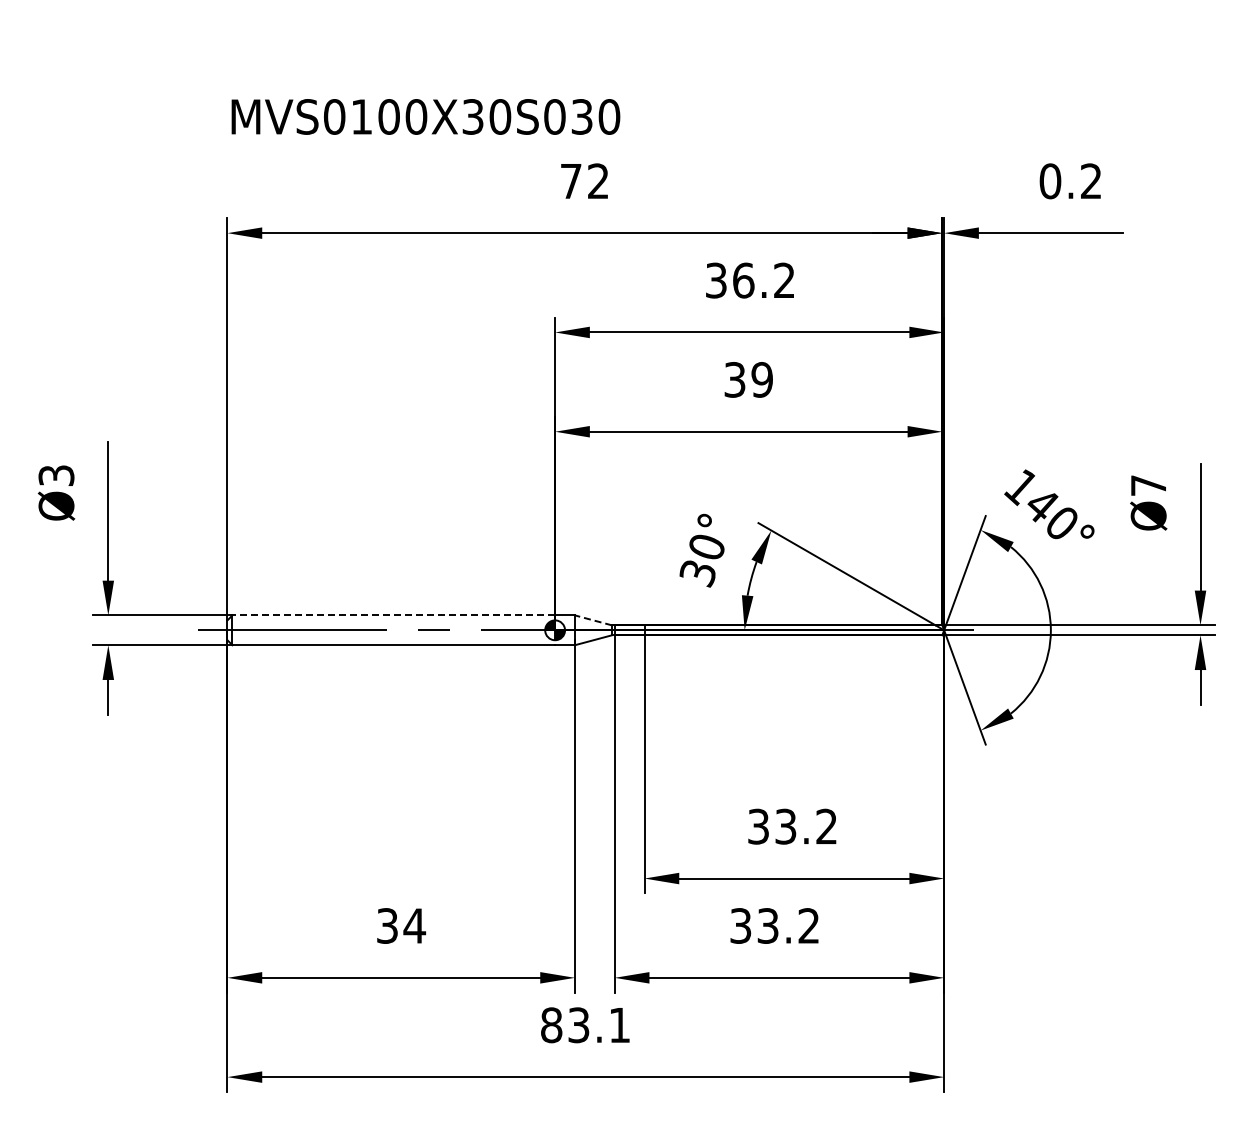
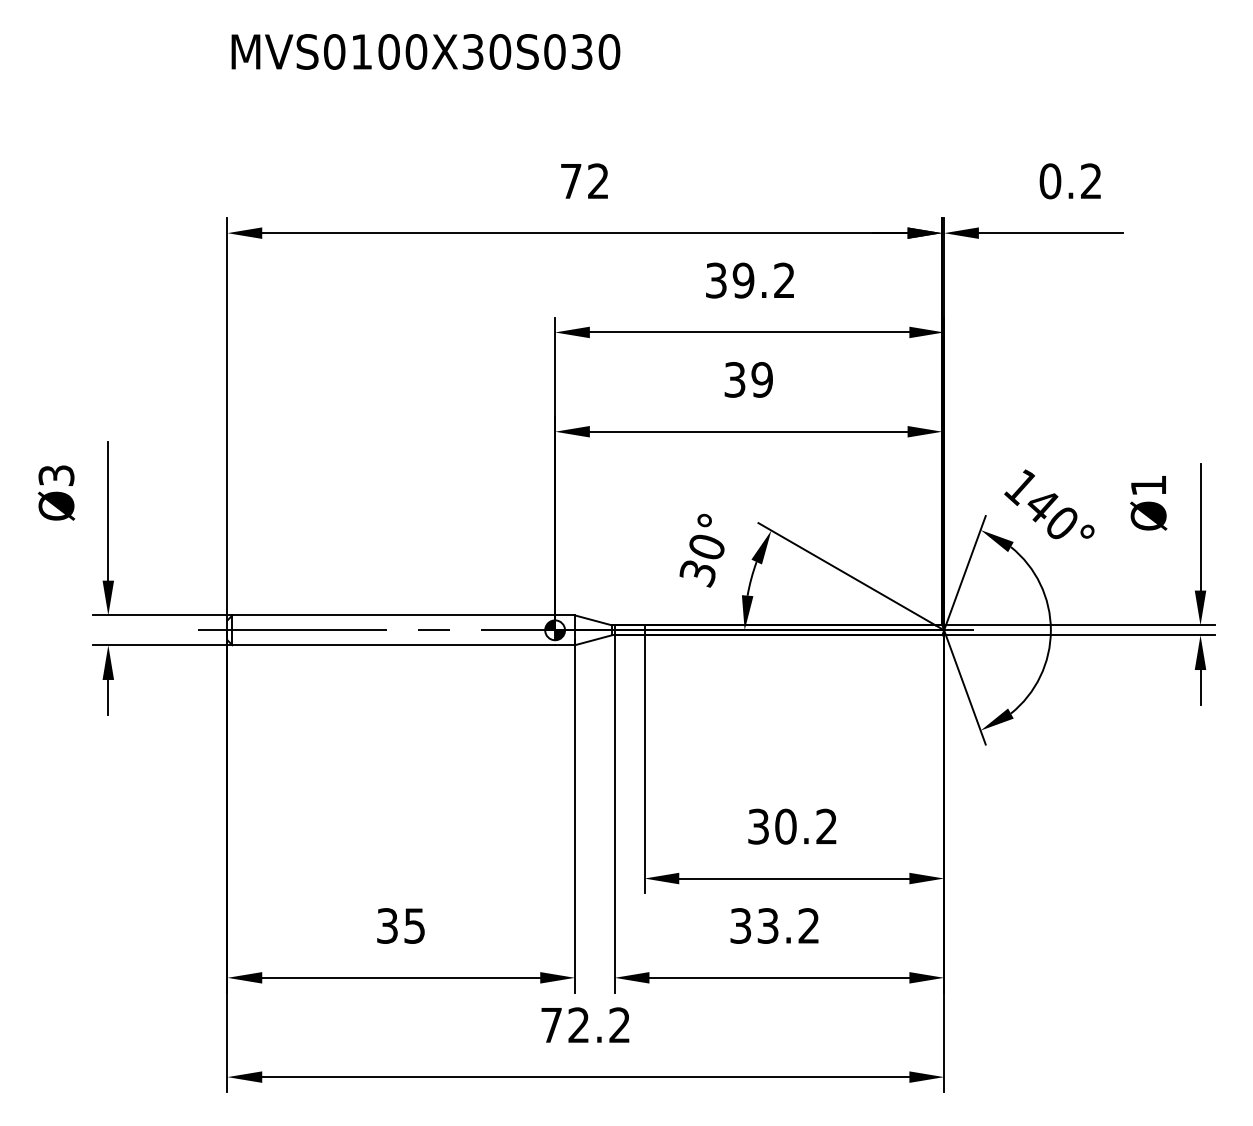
text at (425, 116) position: (425, 116) -> (425, 51)
text at (743, 280): 36.2 -> 39.2
text at (1148, 485): Ø7 -> Ø1
line at (393, 615): dashed -> solid
line at (593, 620): dashed -> solid
text at (785, 826): 33.2 -> 30.2
text at (414, 925): 34 -> 35
text at (585, 1025): 83.1 -> 72.2
